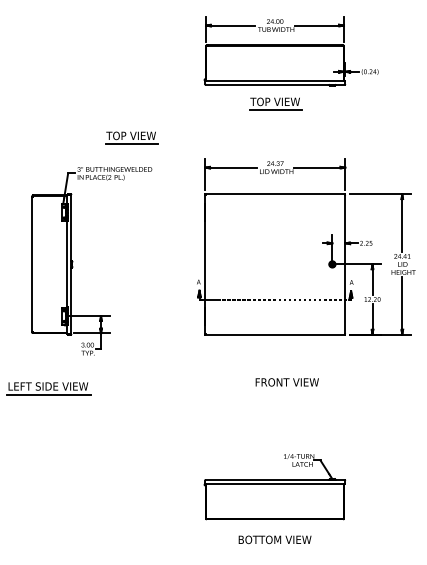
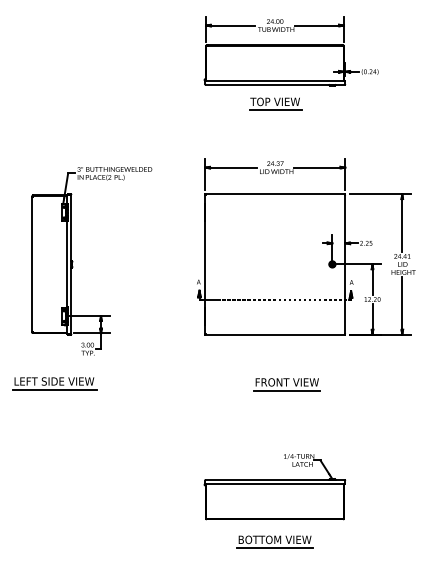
part at (131, 137): present -> none
part at (48, 388) position: (48, 388) -> (54, 383)
line at (286, 390): none -> present
line at (274, 548): none -> present
